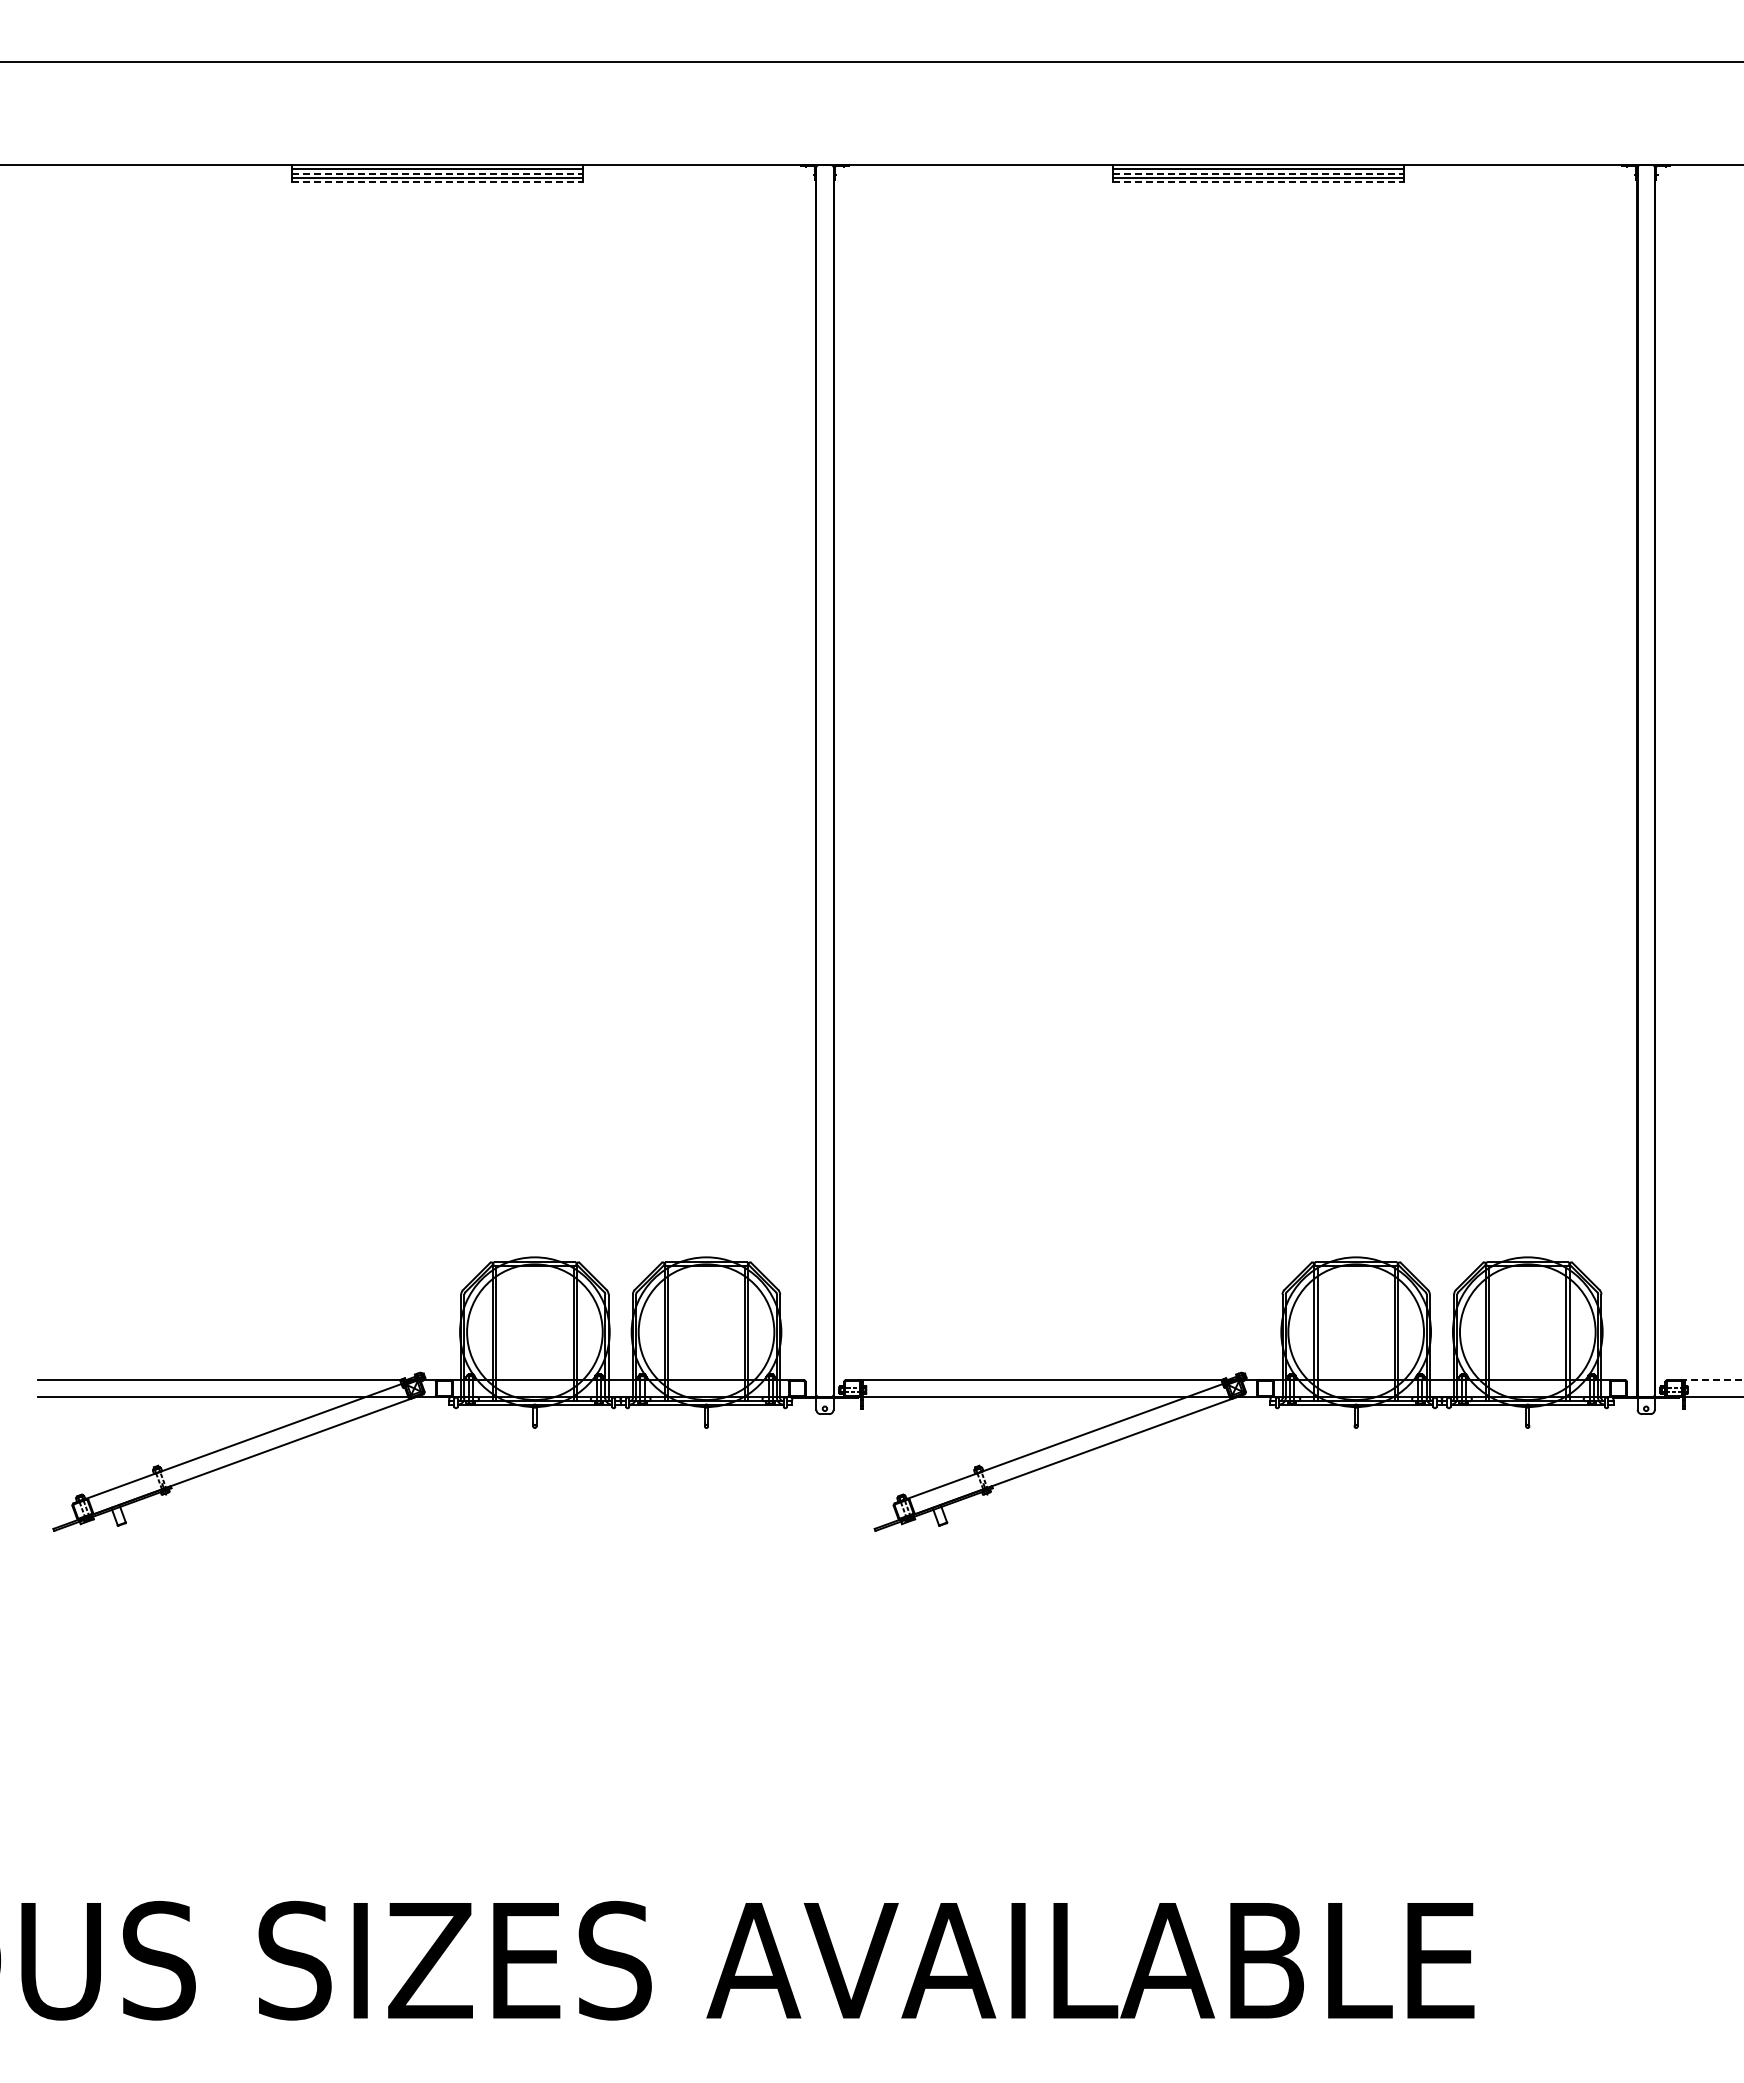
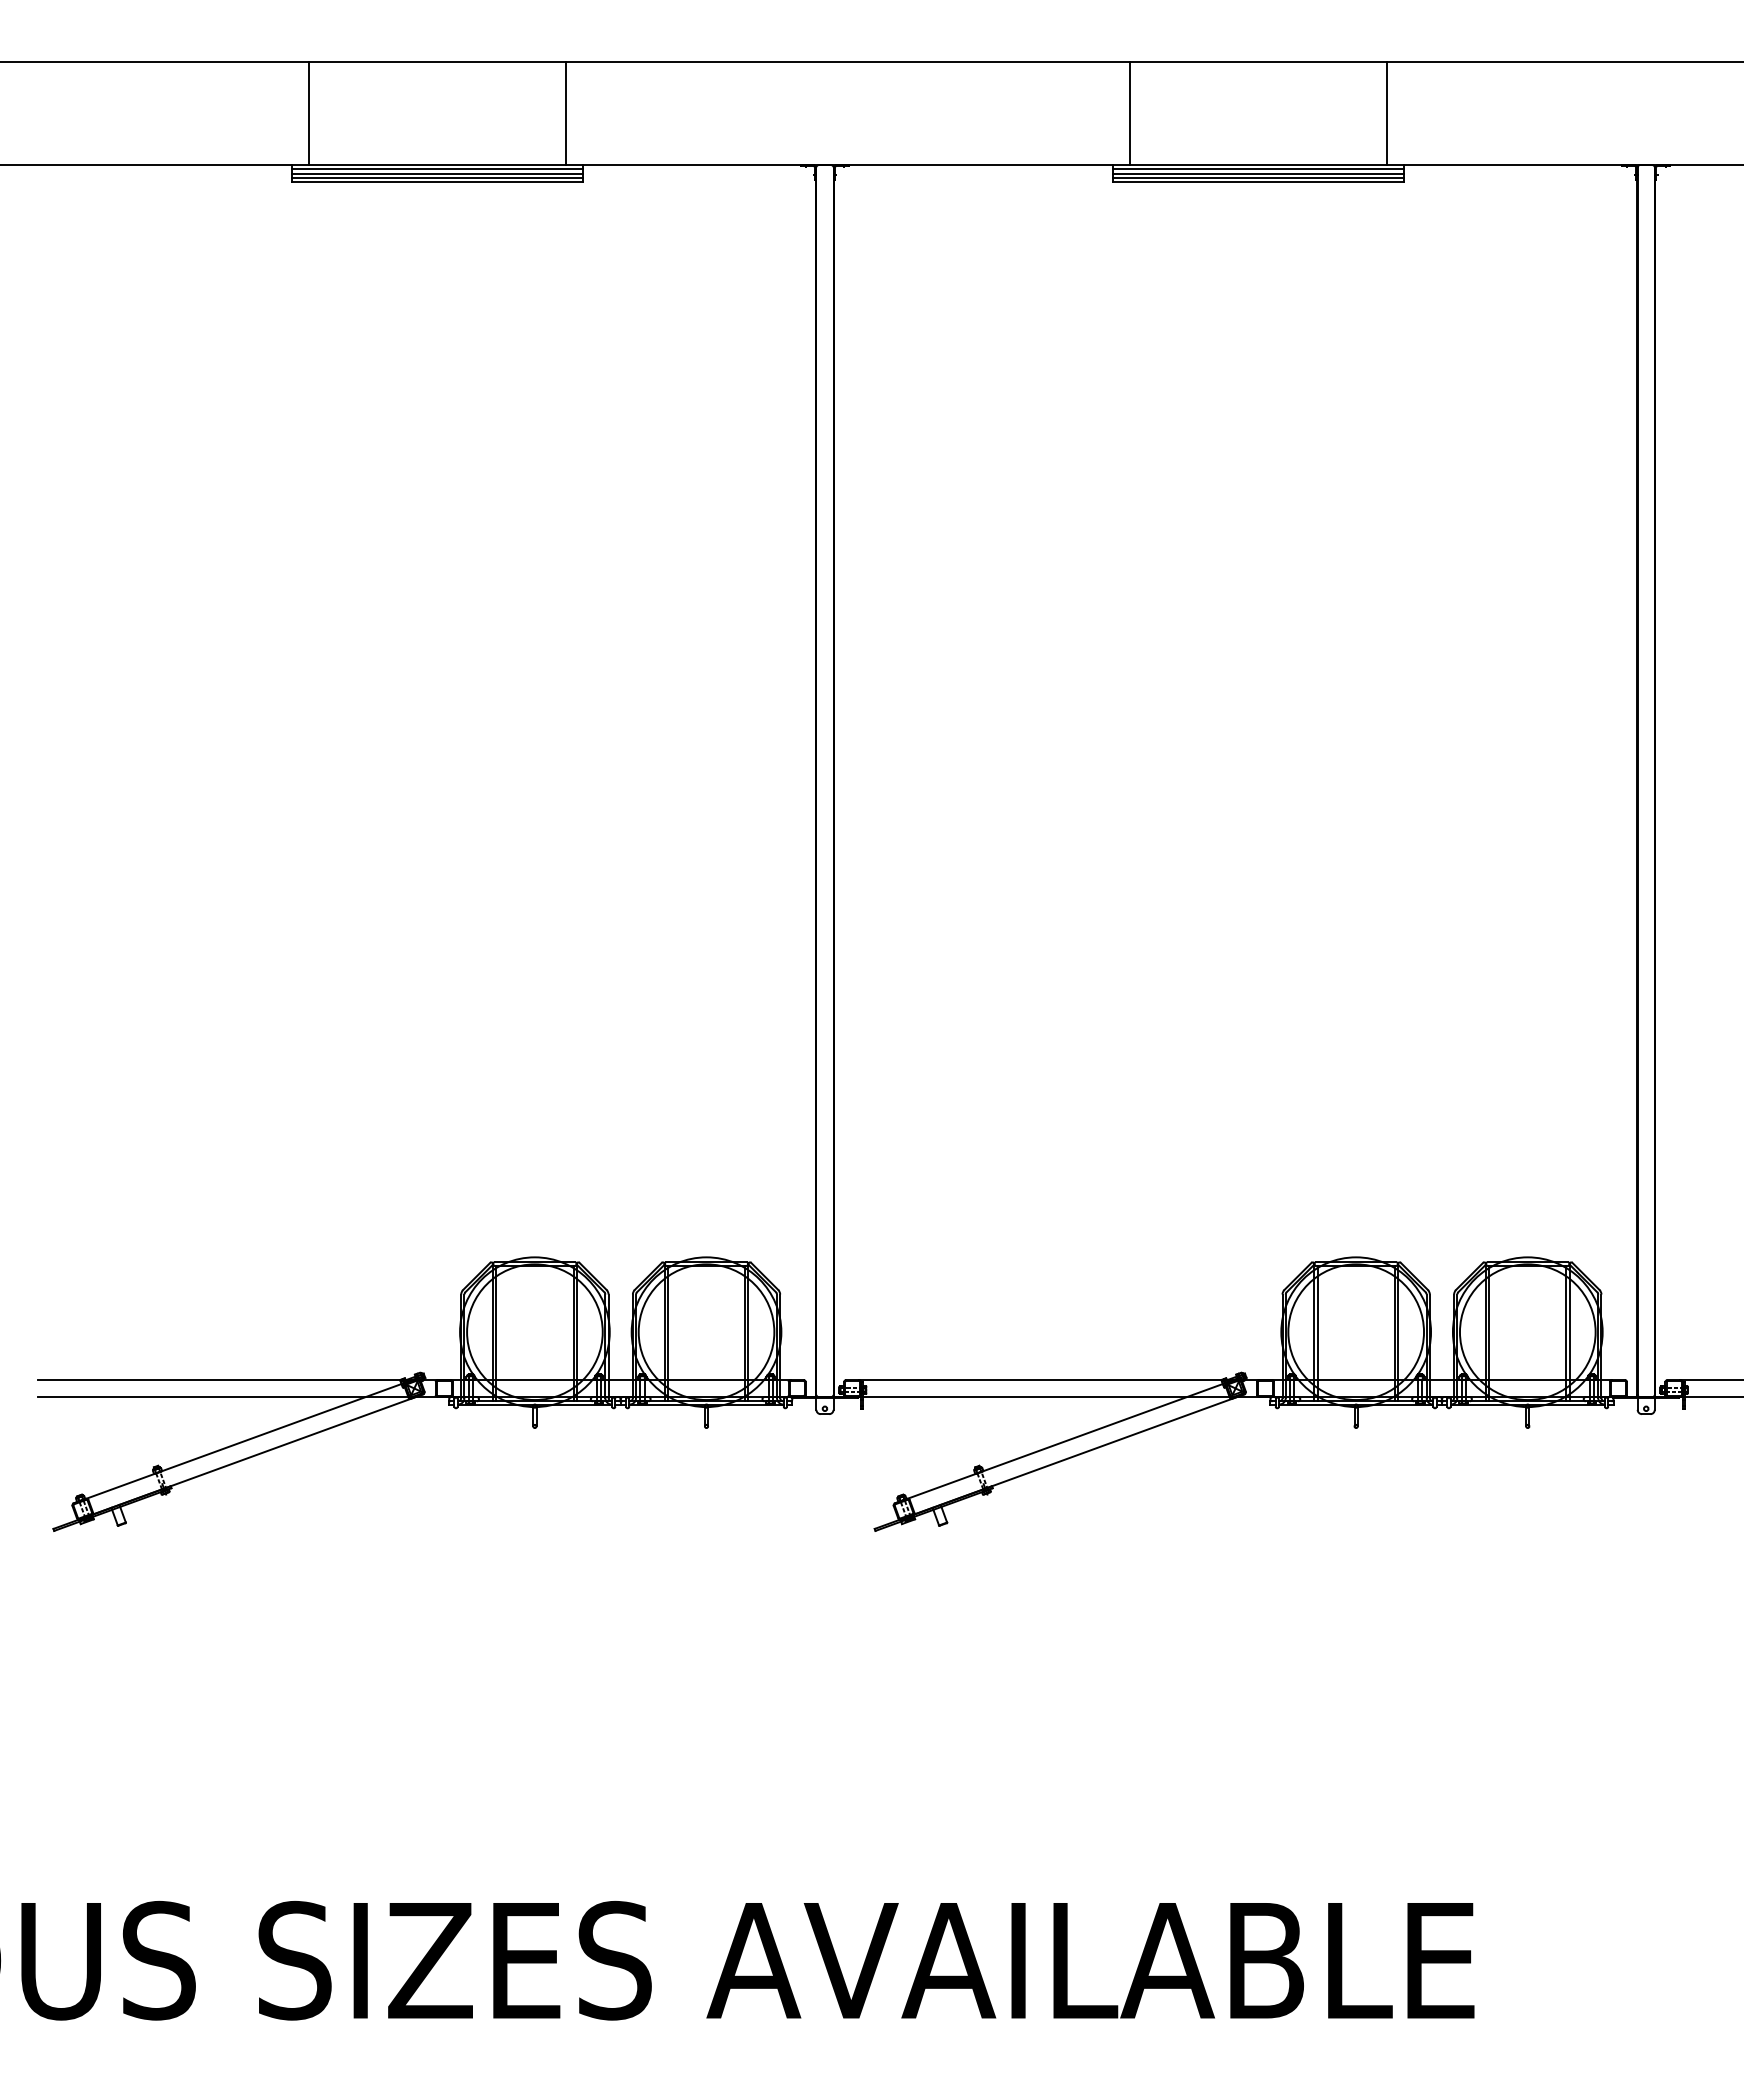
line at (309, 113): none -> present
line at (565, 113): none -> present
line at (1130, 113): none -> present
line at (1387, 113): none -> present
line at (437, 173): dashed -> solid
line at (1259, 173): dashed -> solid
line at (437, 182): dashed -> solid
line at (1259, 182): dashed -> solid
line at (1712, 1379): dashed -> solid
